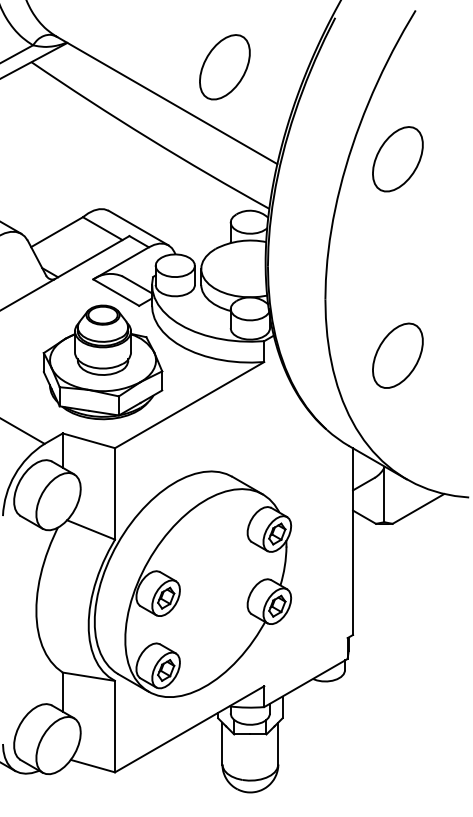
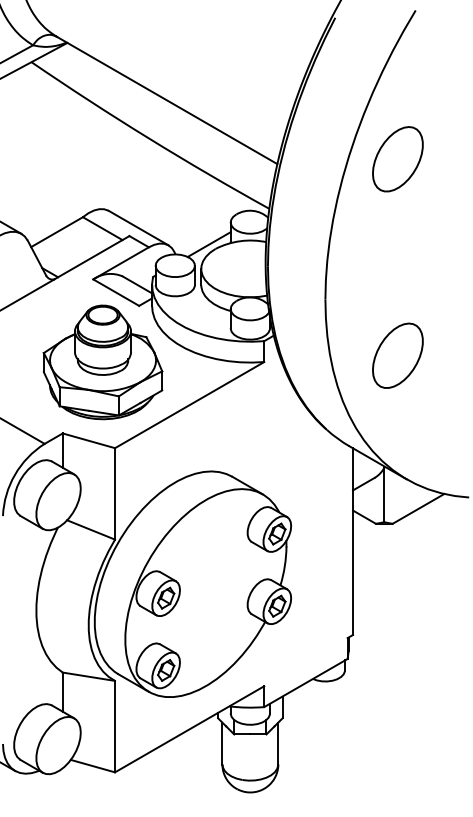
part at (224, 67): present -> none
line at (208, 244): none -> present
